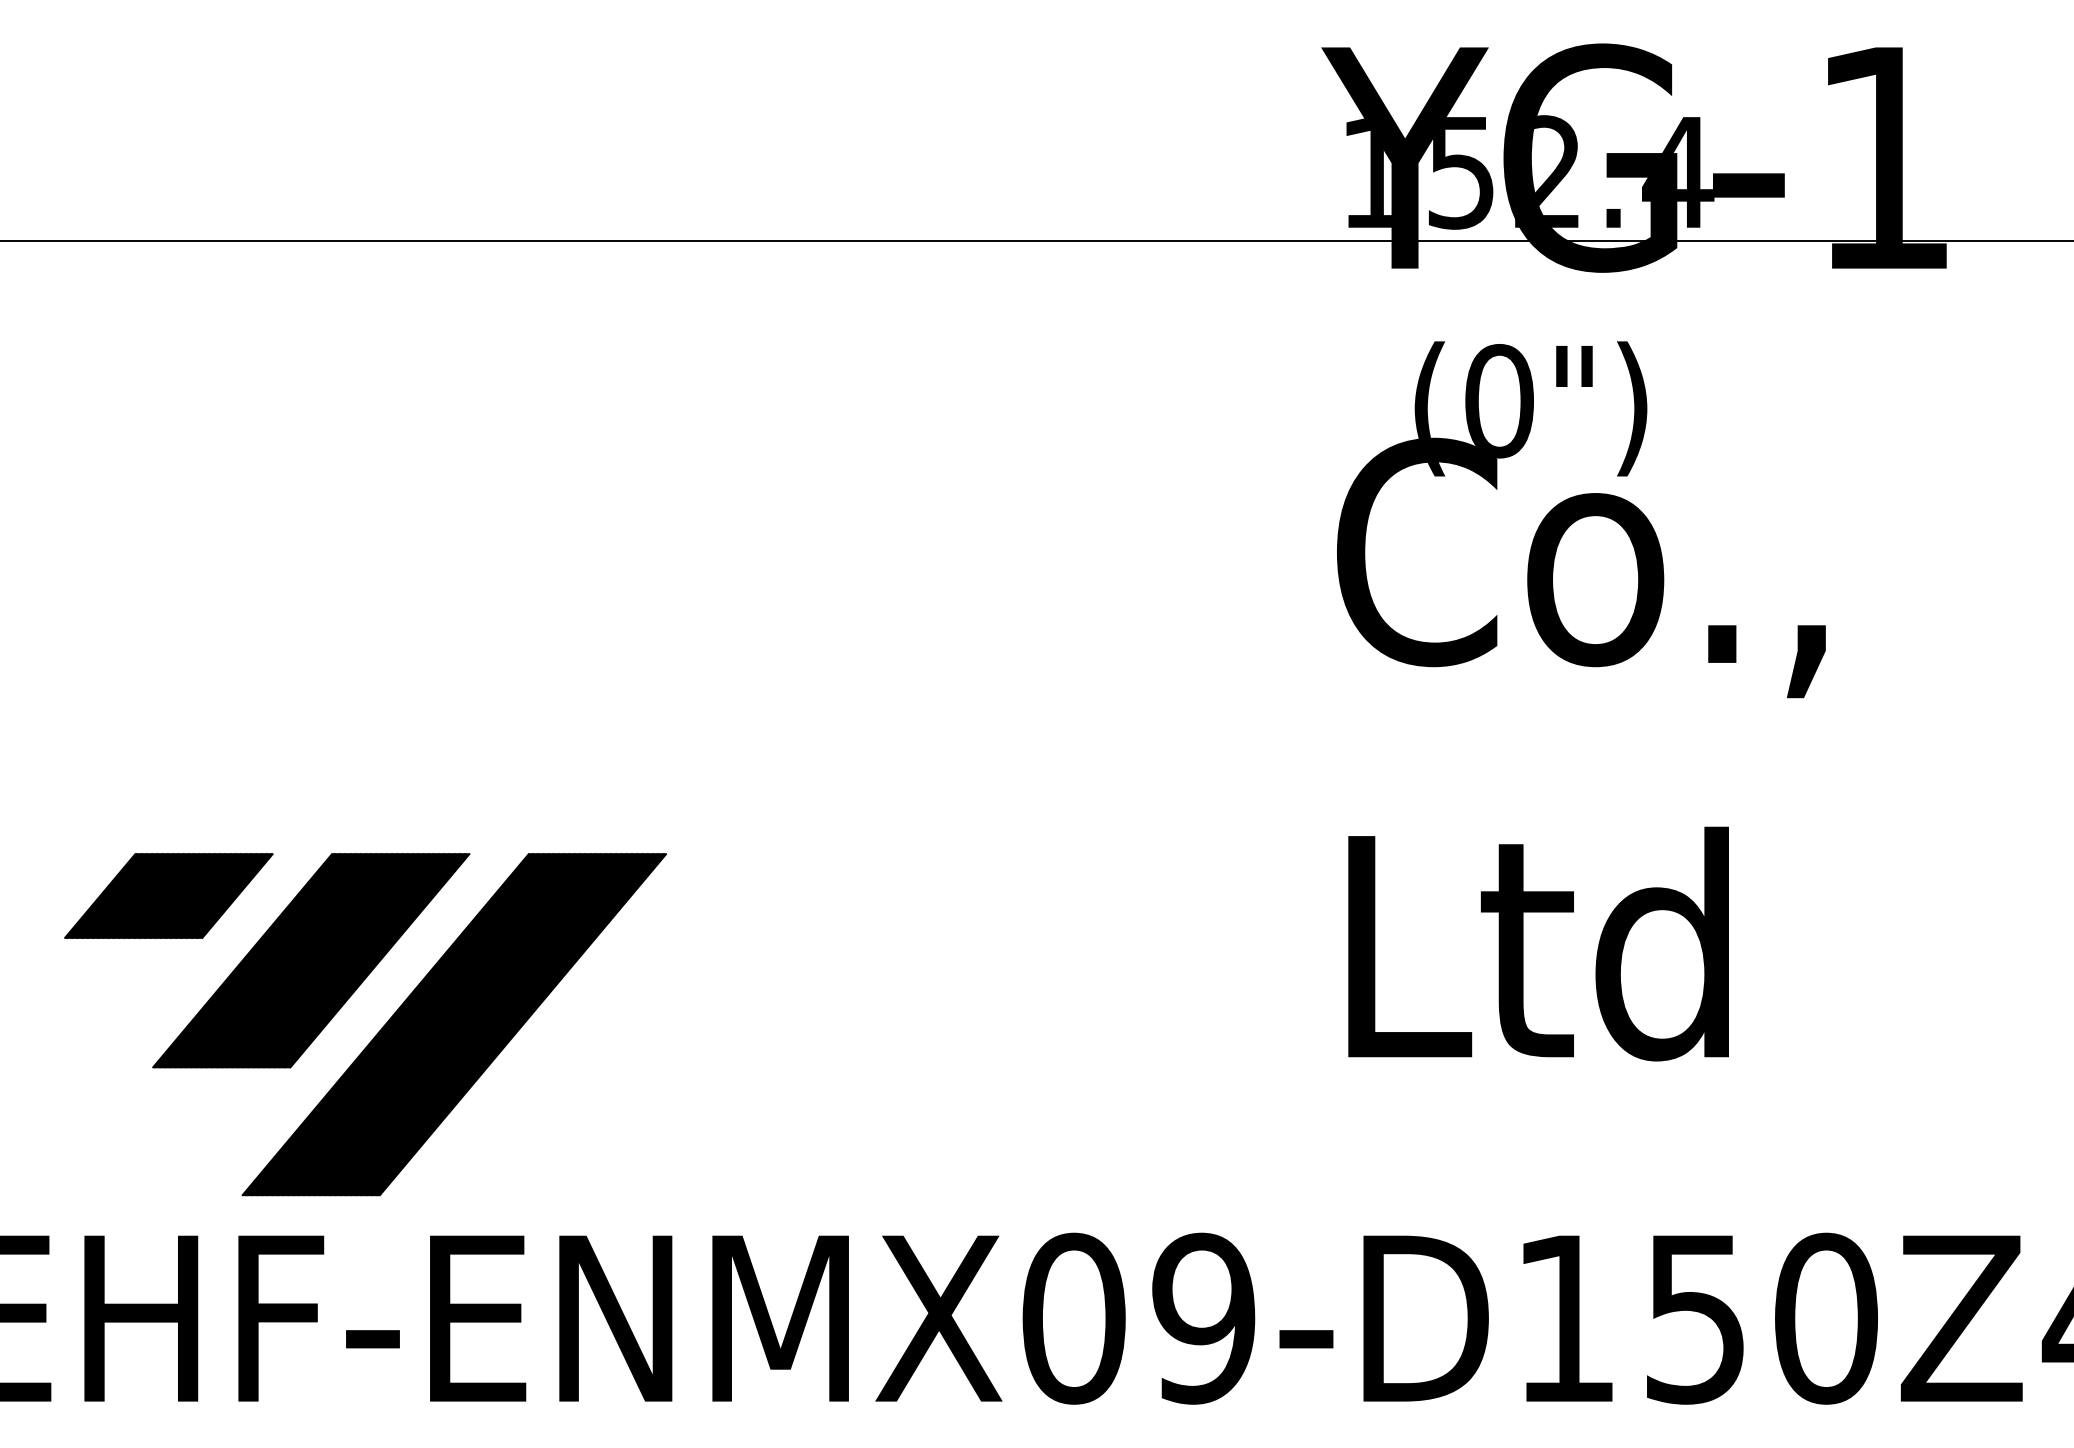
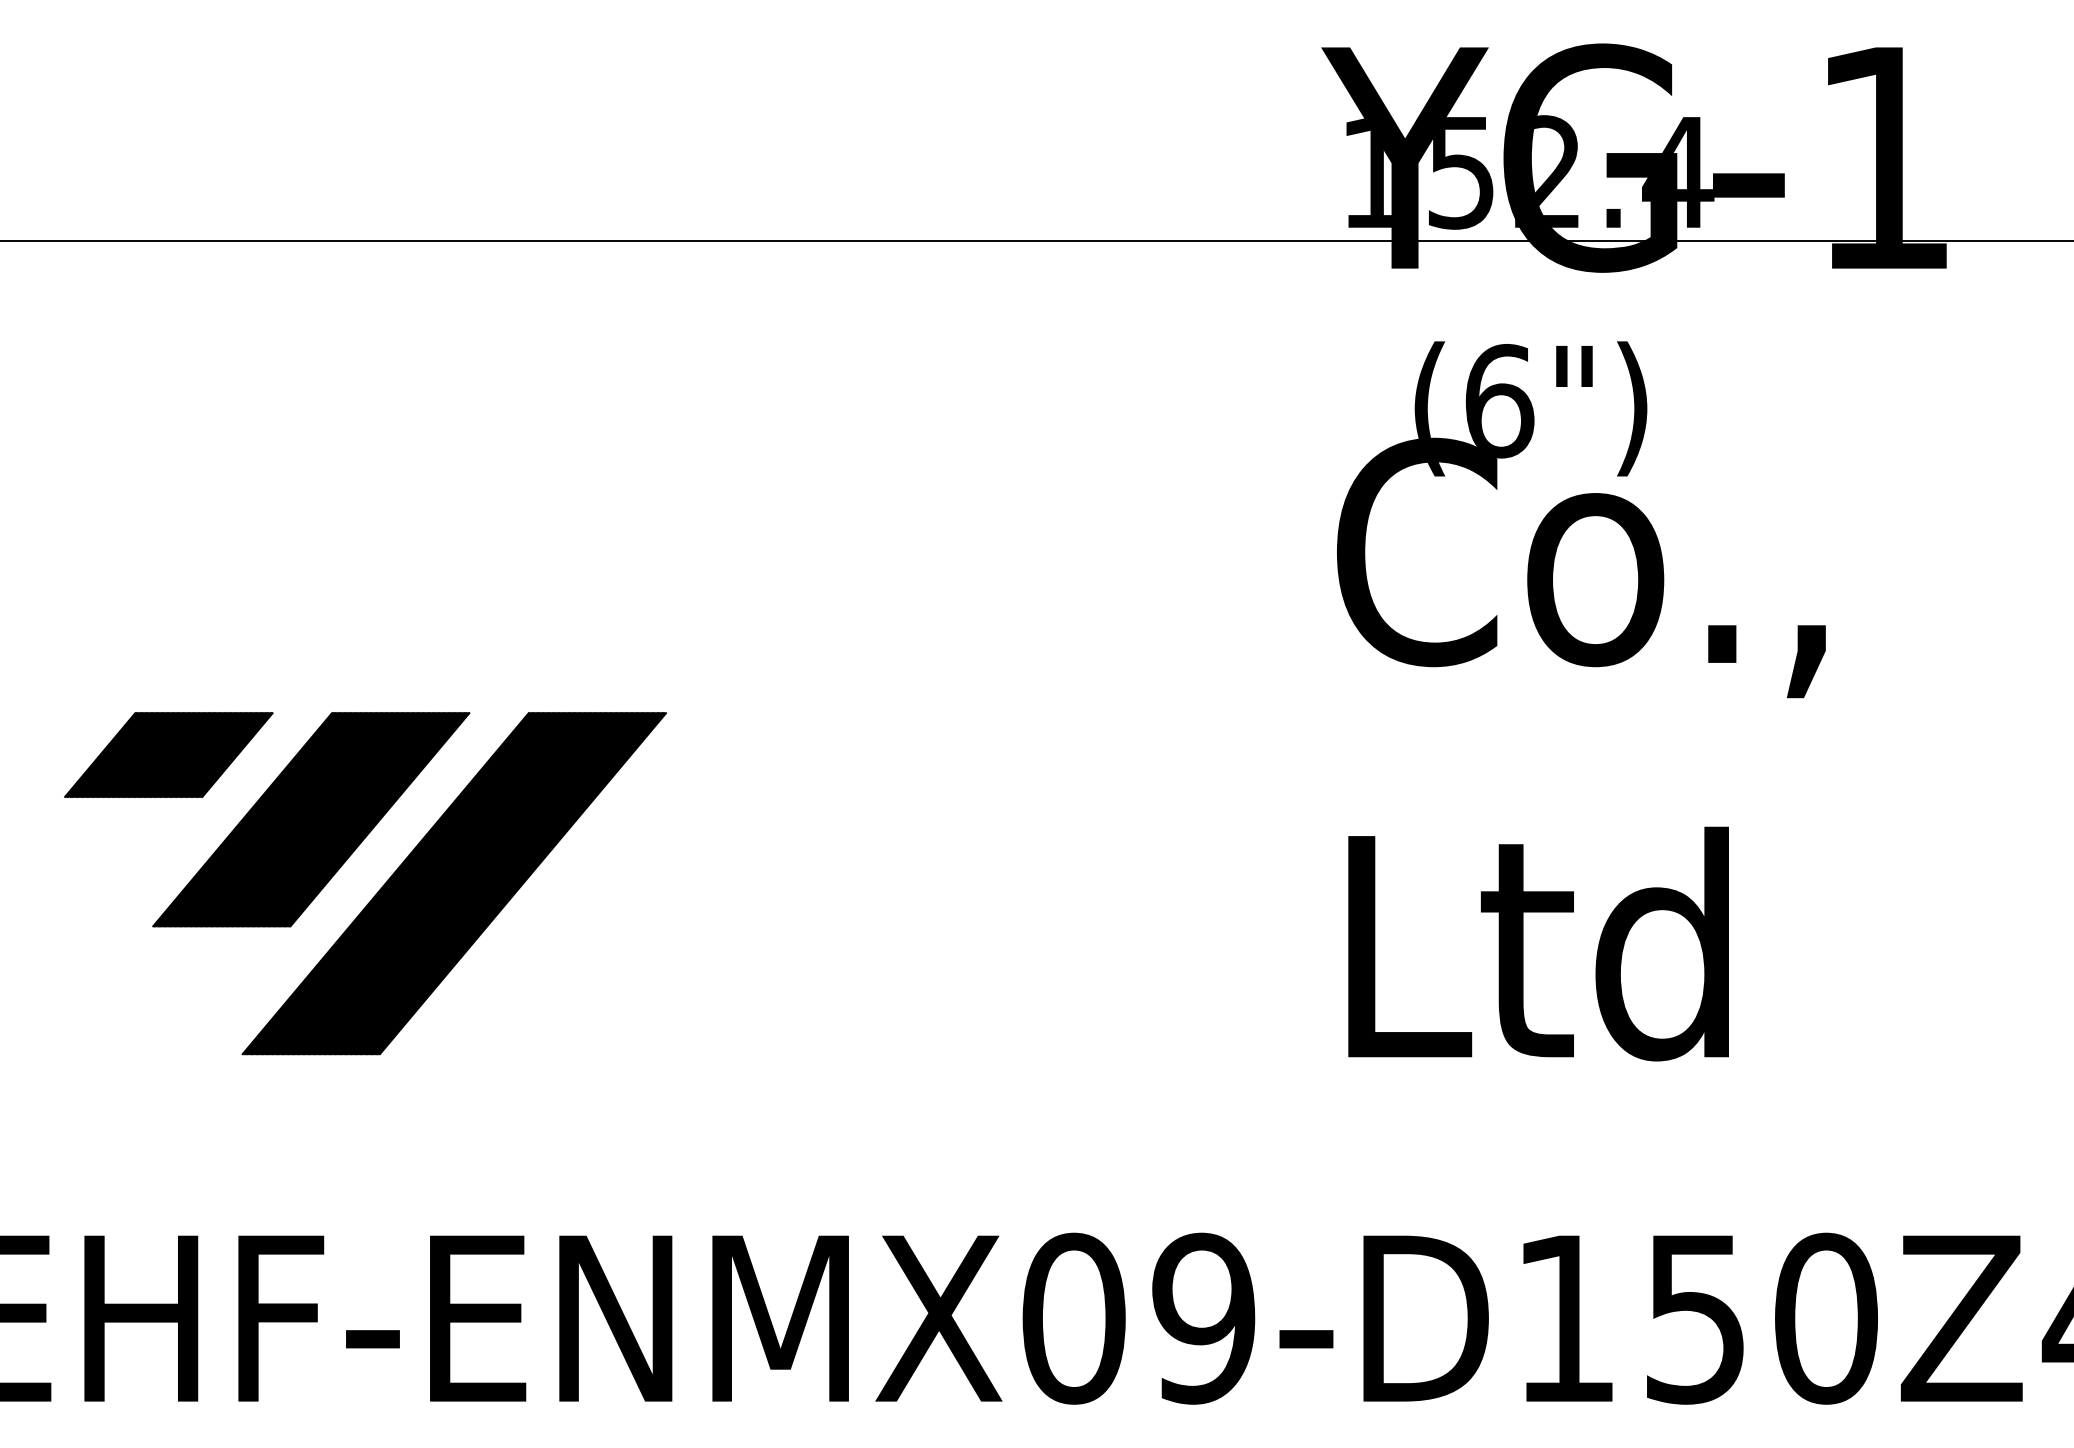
text at (1499, 401): (0") -> (6")
part at (377, 1032) position: (377, 1032) -> (377, 891)
